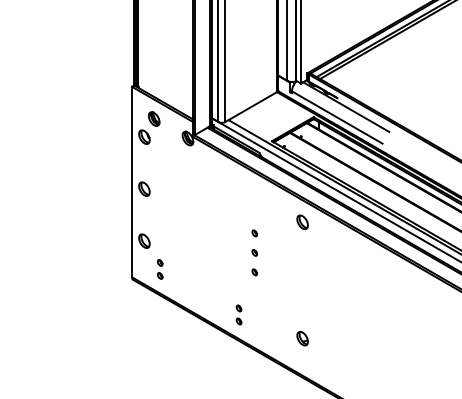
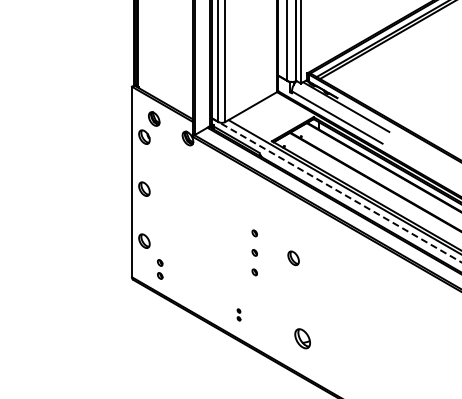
line at (337, 190): solid -> dashed
part at (302, 222) position: (302, 222) -> (293, 258)
part at (238, 314) size: 8x22 px -> 6x14 px
part at (302, 338) size: 13x17 px -> 17x22 px
